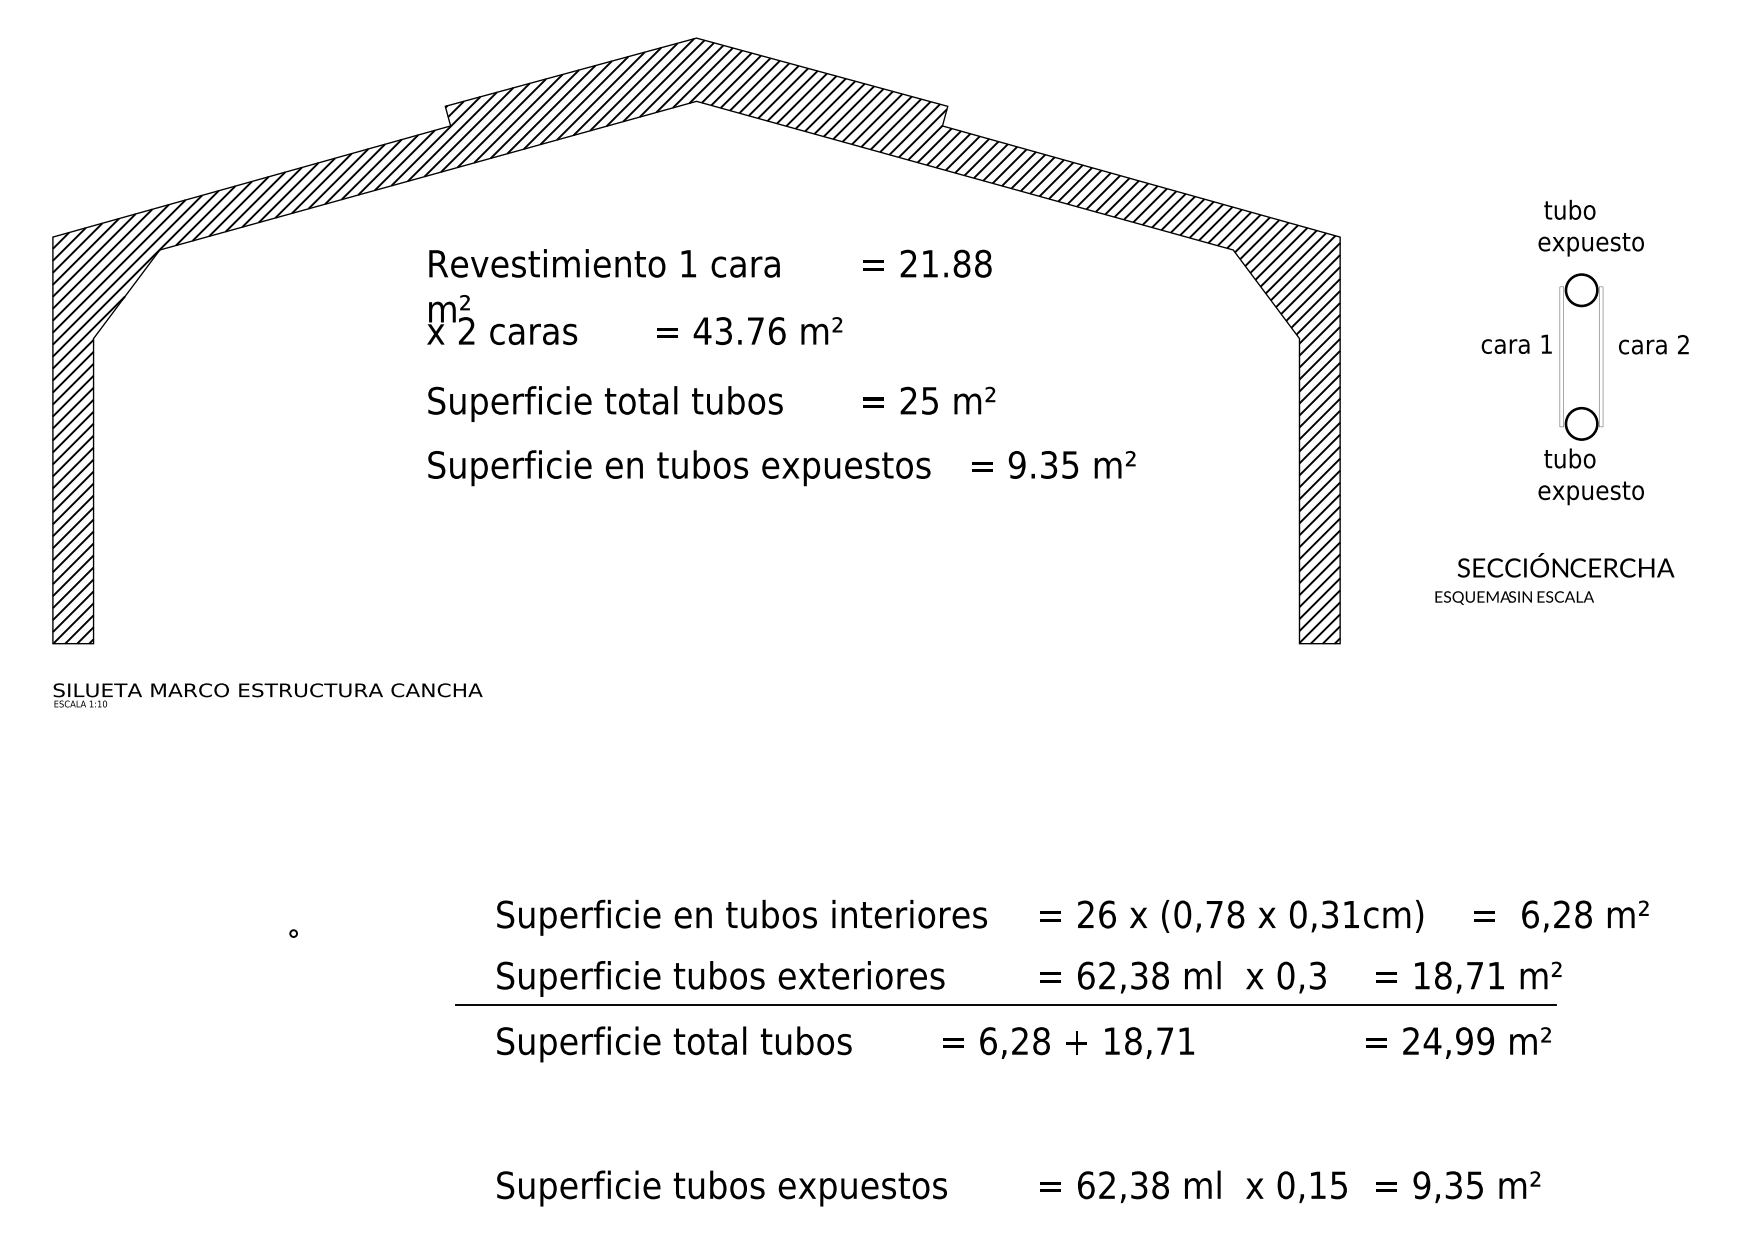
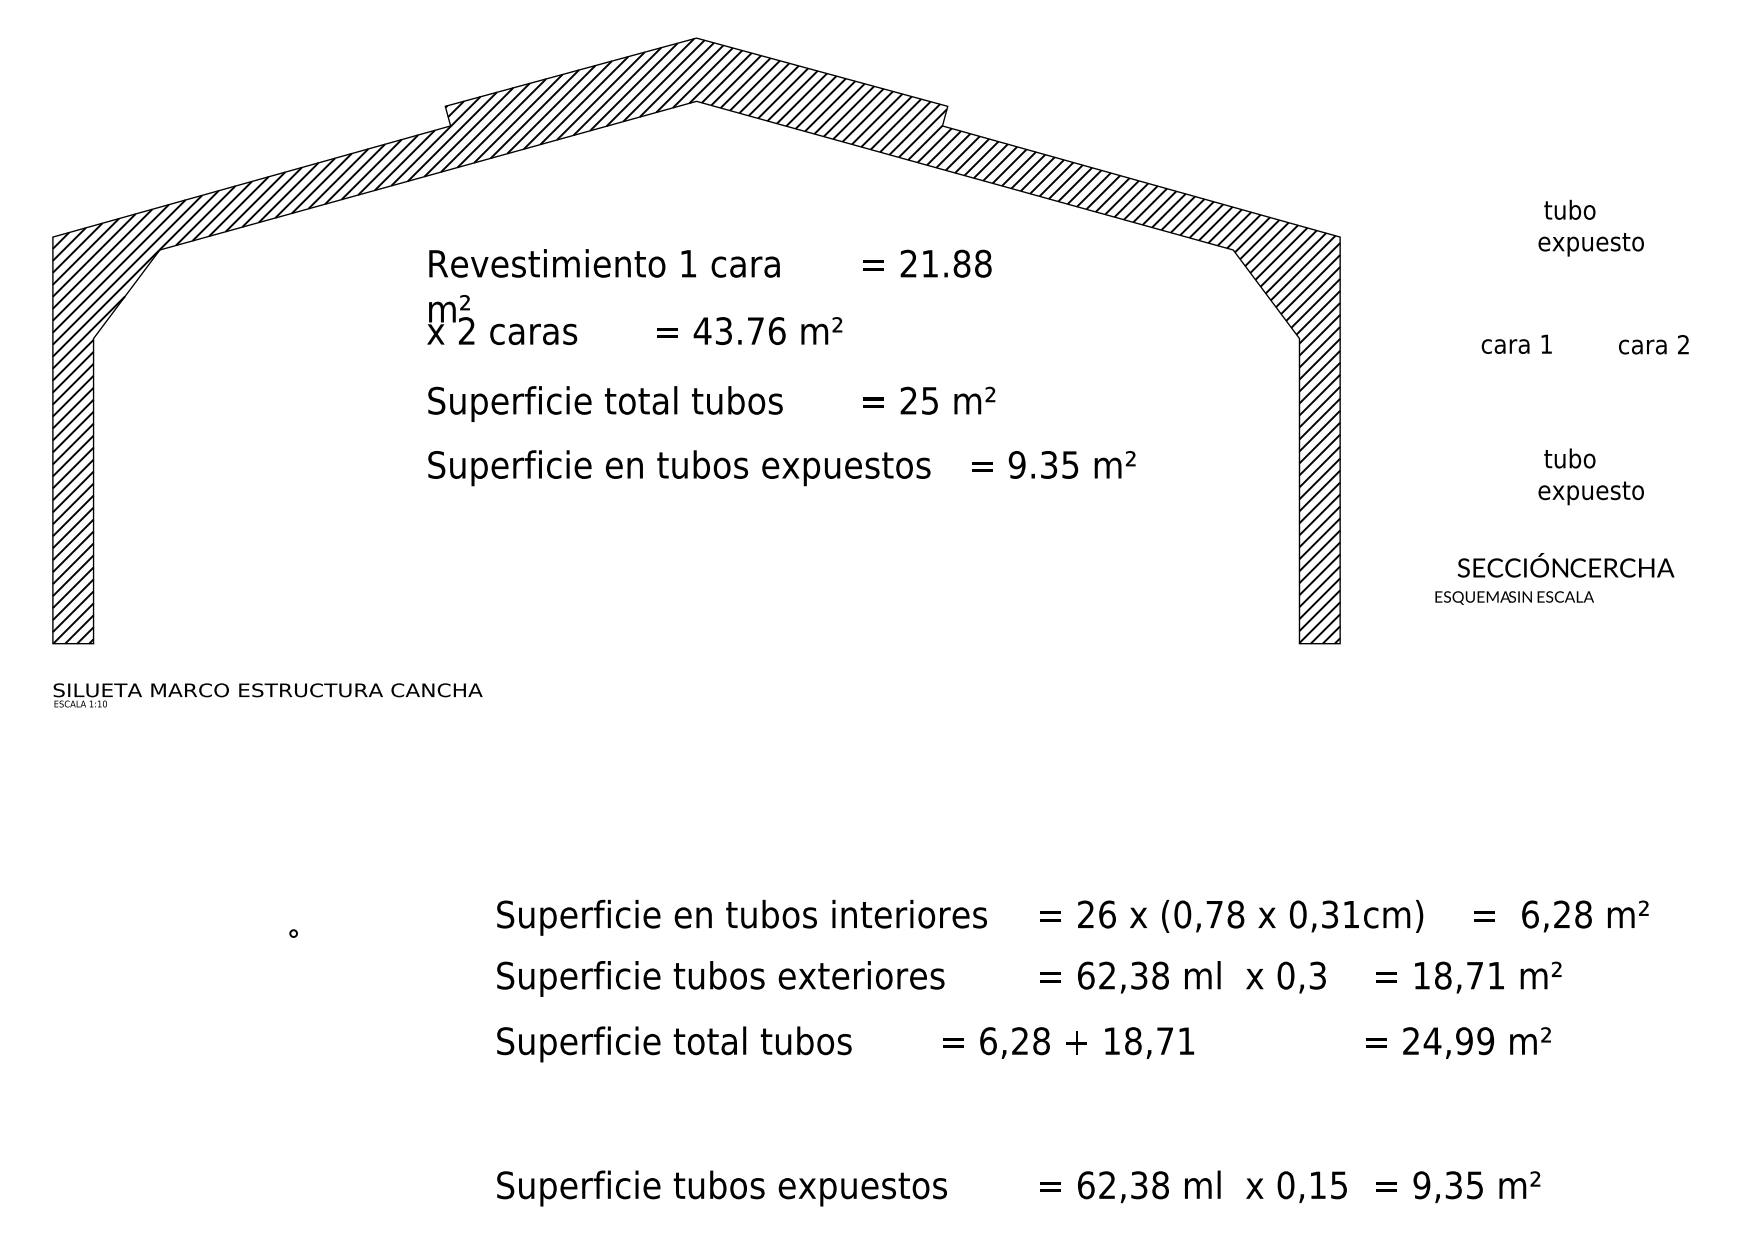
part at (1581, 356): present -> none
line at (1005, 1004): present -> none
